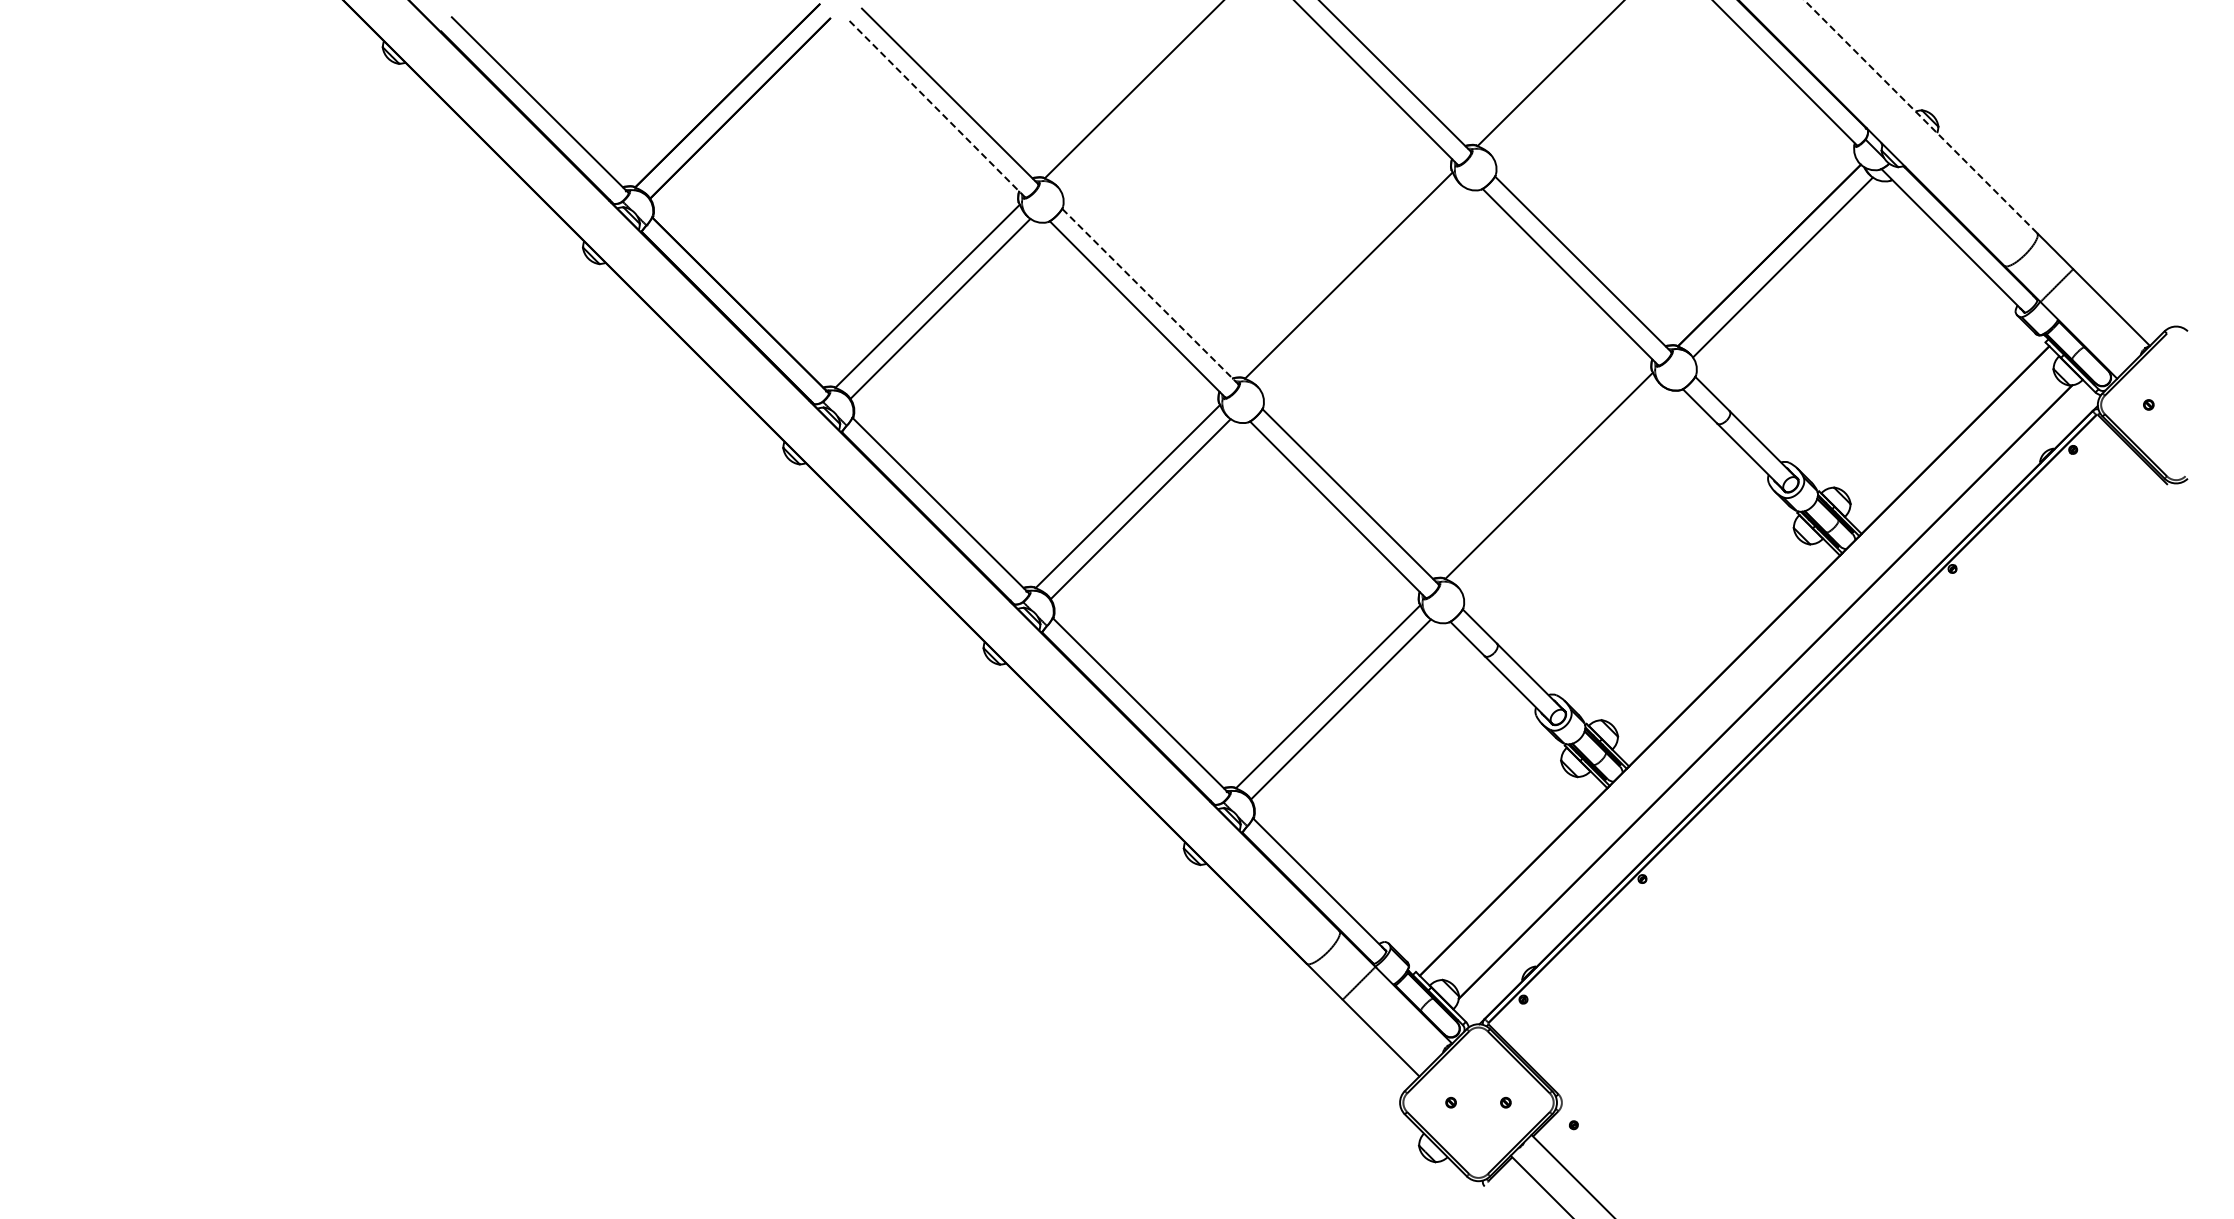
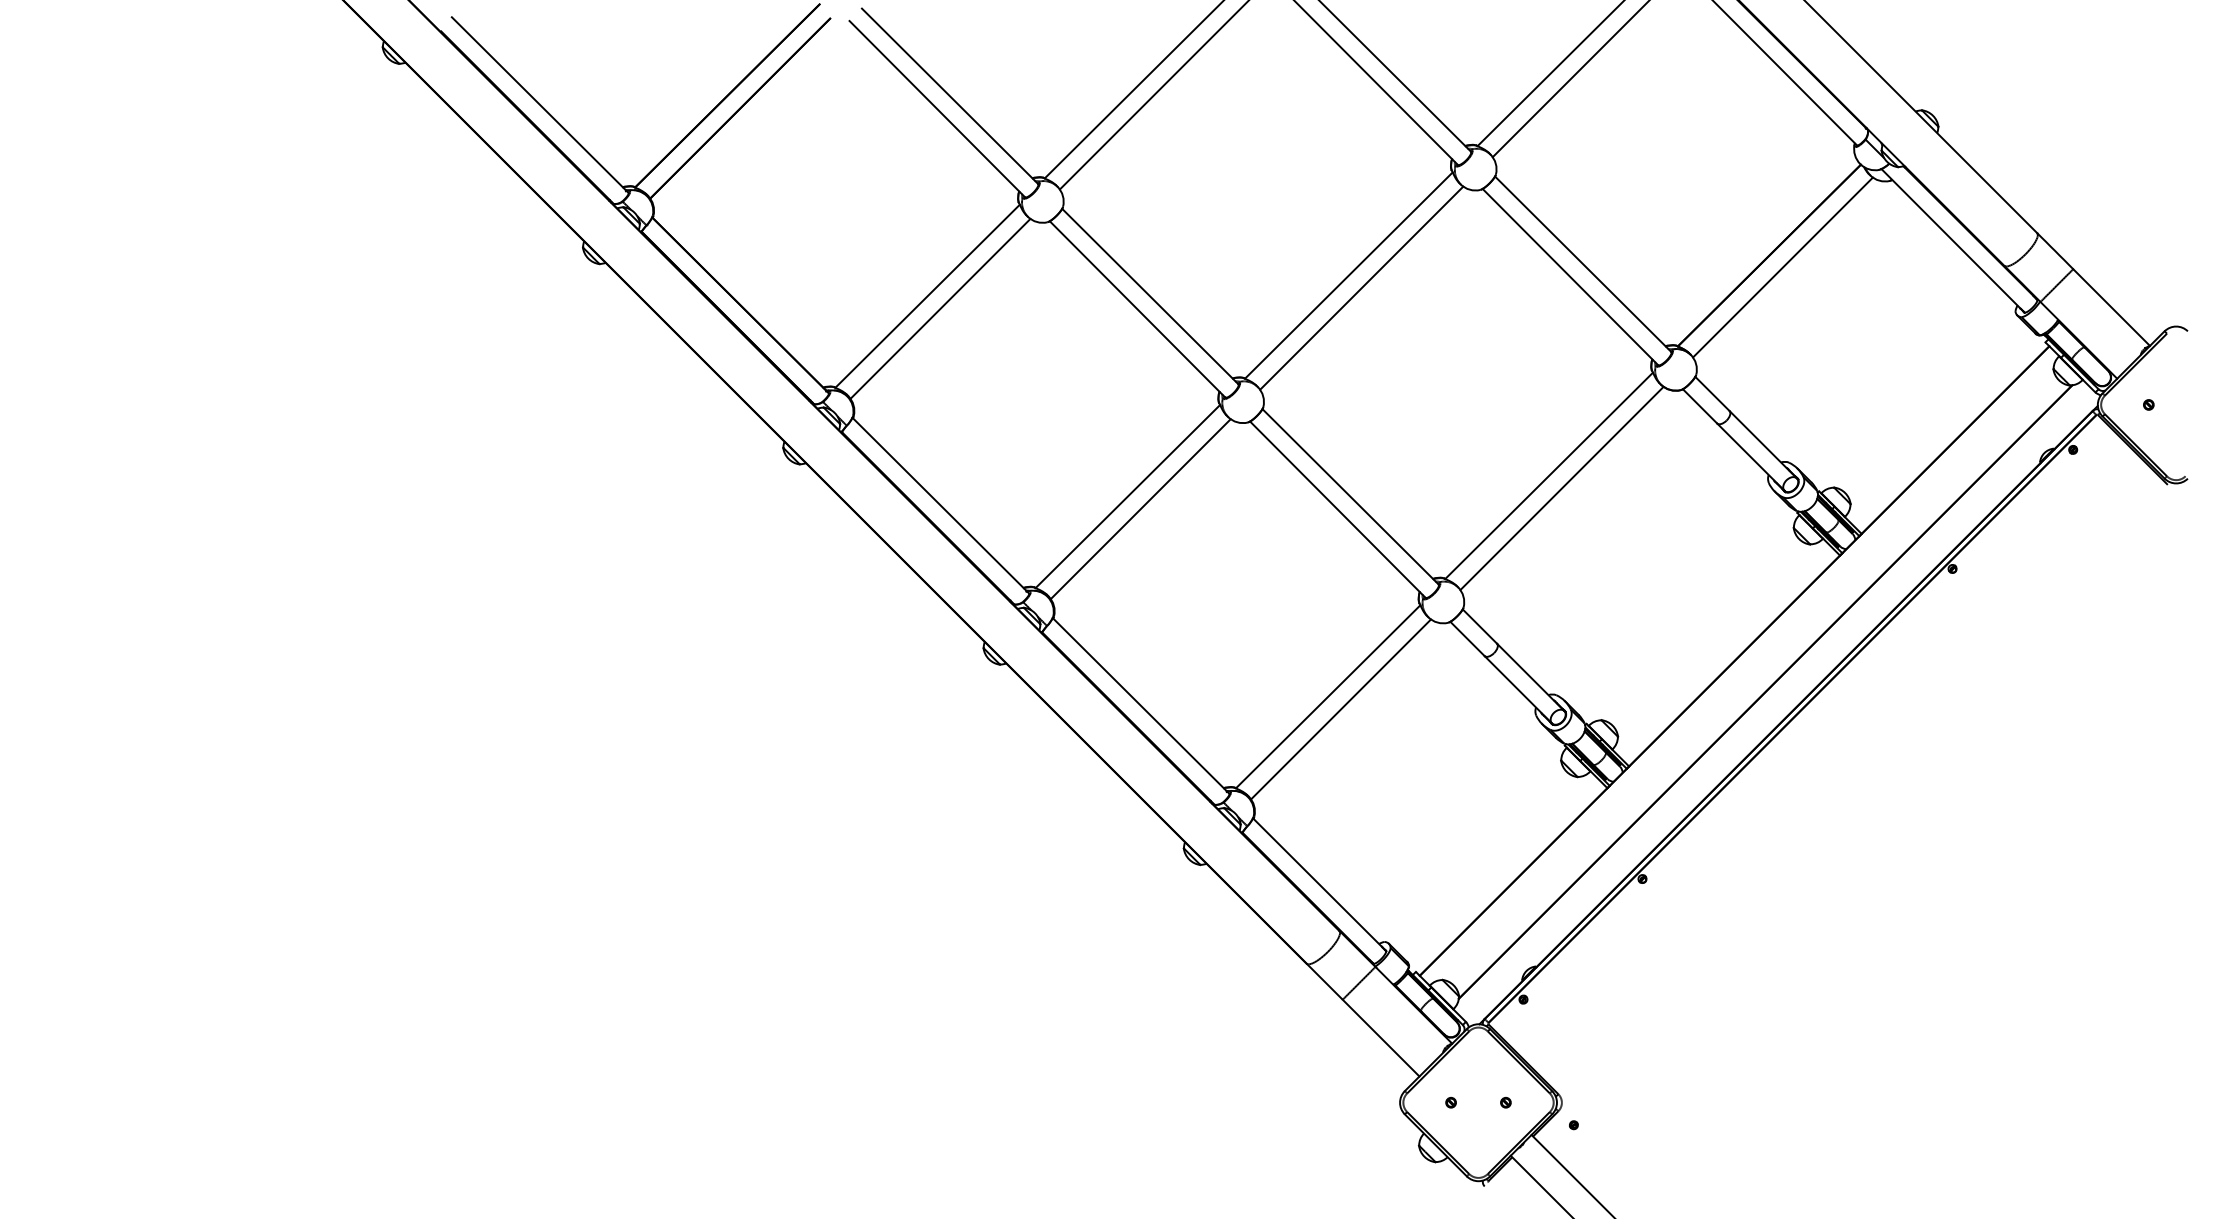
line at (1569, 79): none -> present
line at (1152, 95): none -> present
line at (937, 109): dashed -> solid
line at (1920, 116): dashed -> solid
line at (1361, 287): none -> present
line at (1150, 296): dashed -> solid
line at (1561, 488): none -> present
